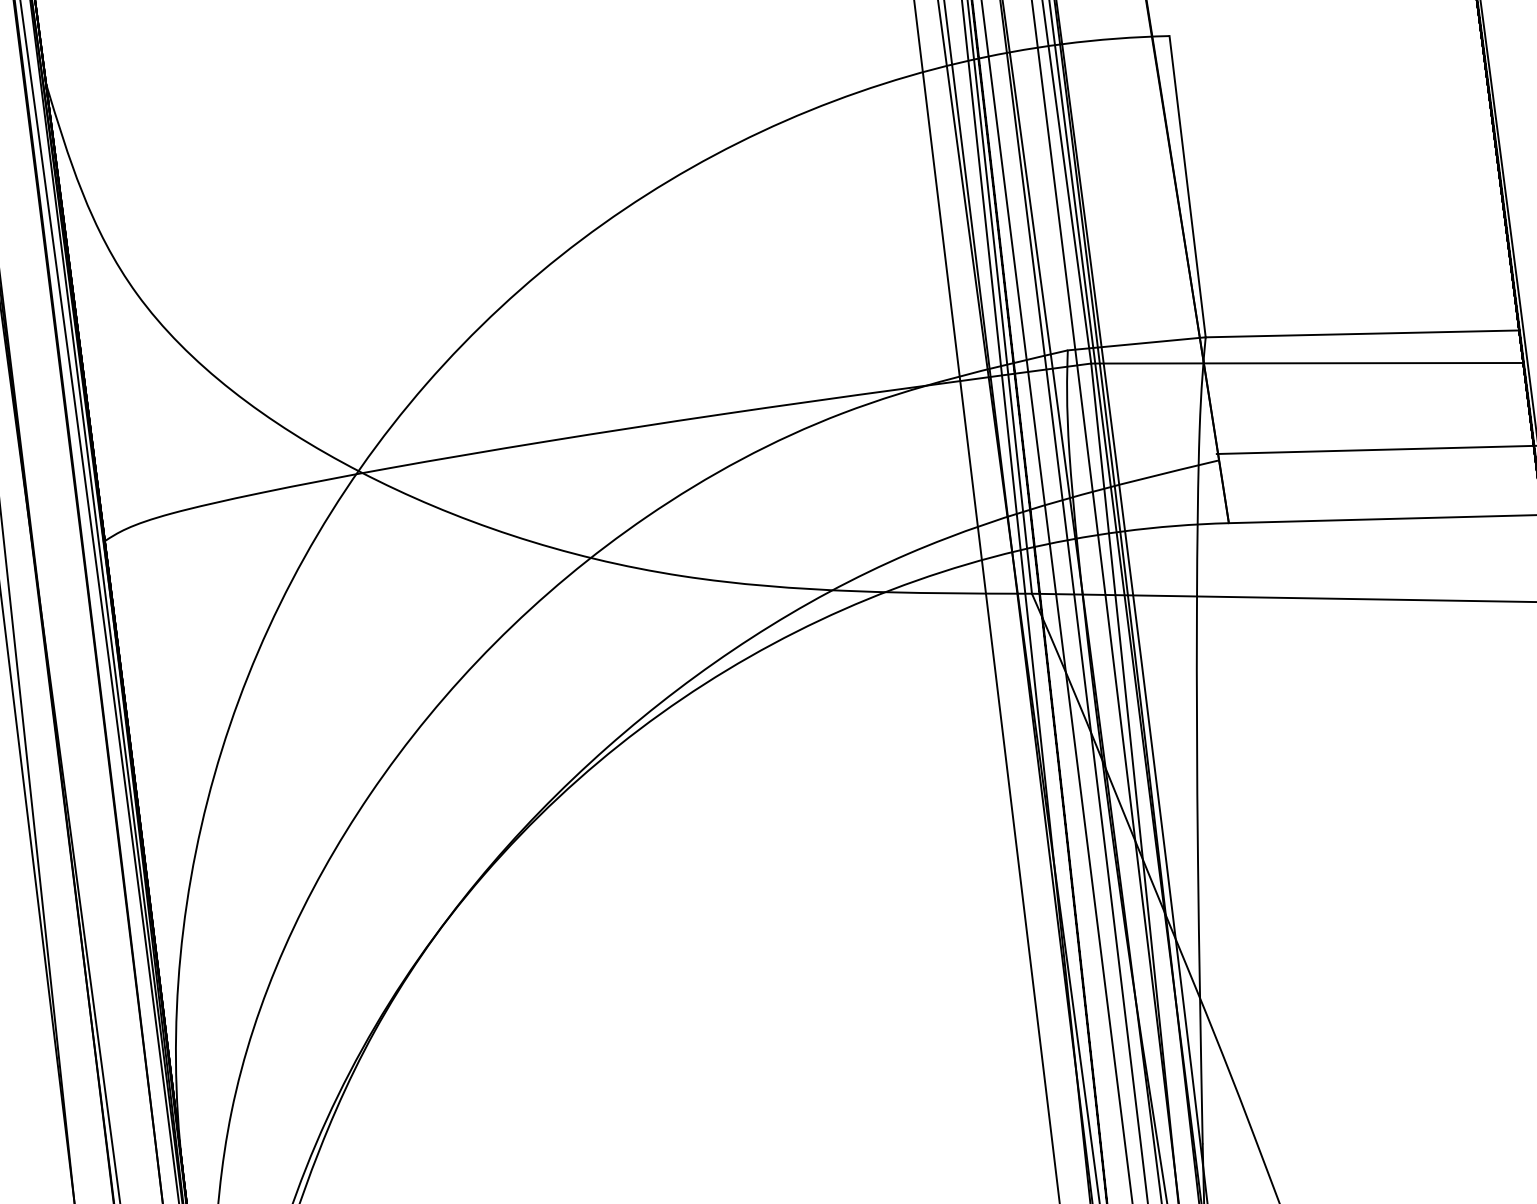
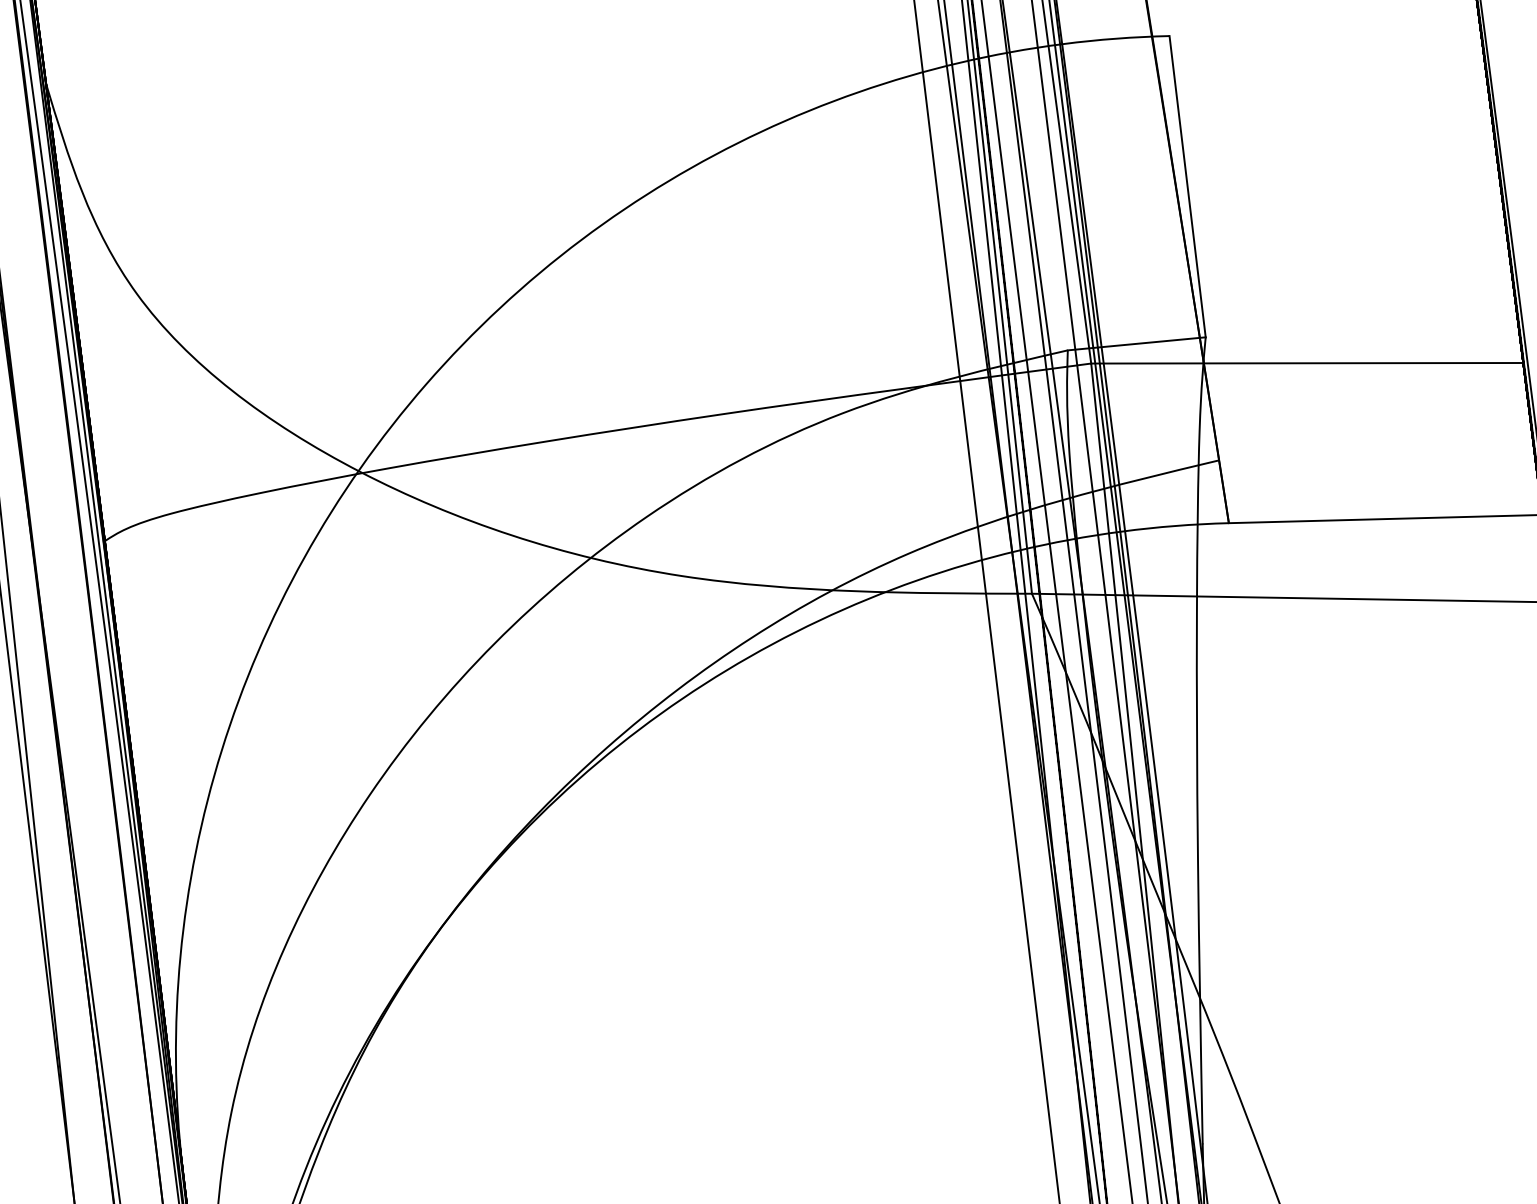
line at (1362, 333): present -> none
line at (1374, 449): present -> none
